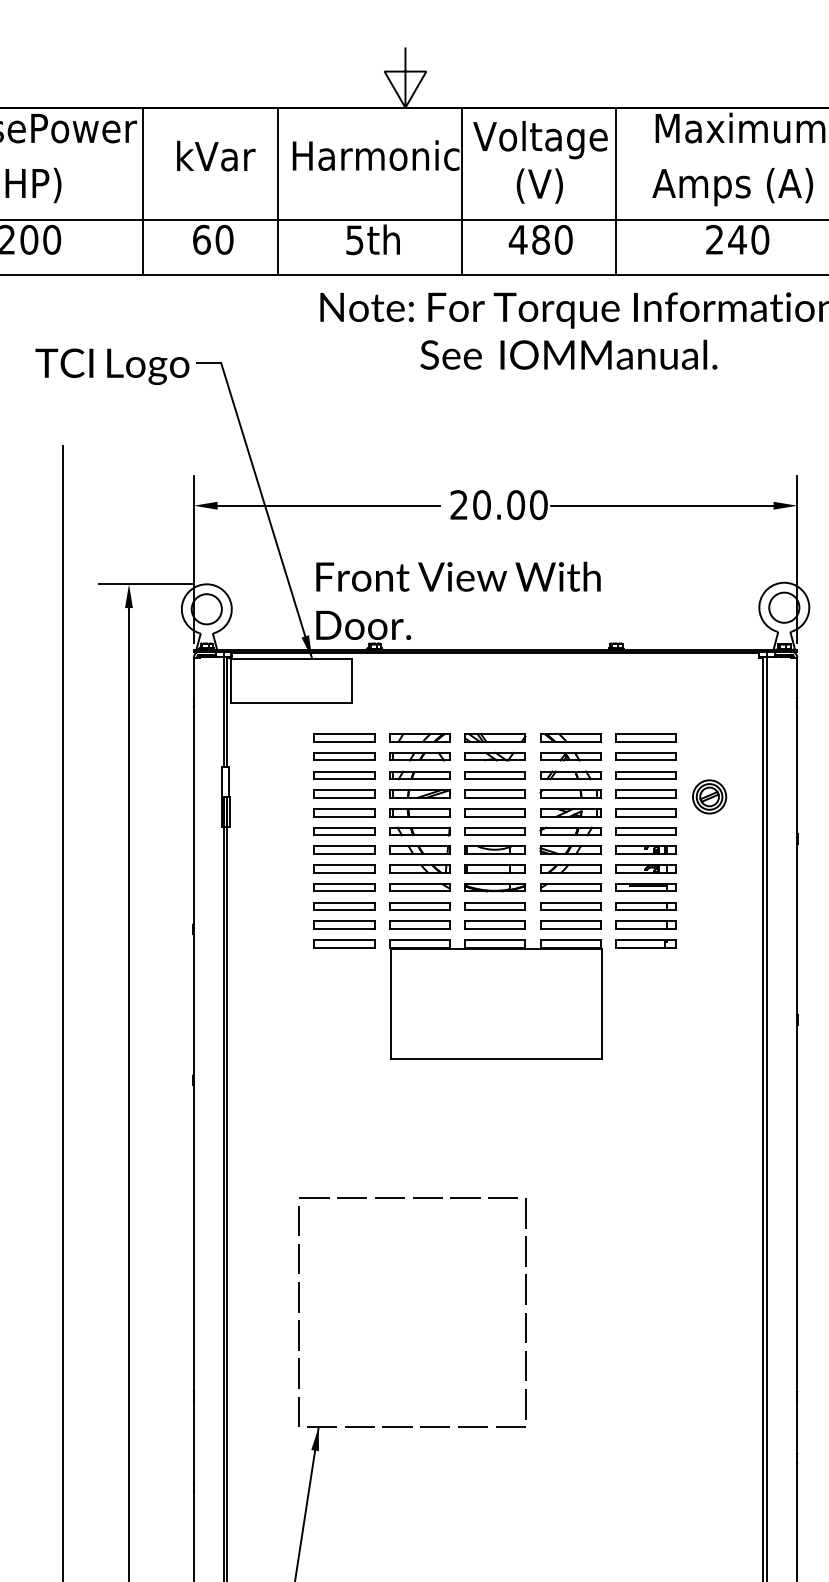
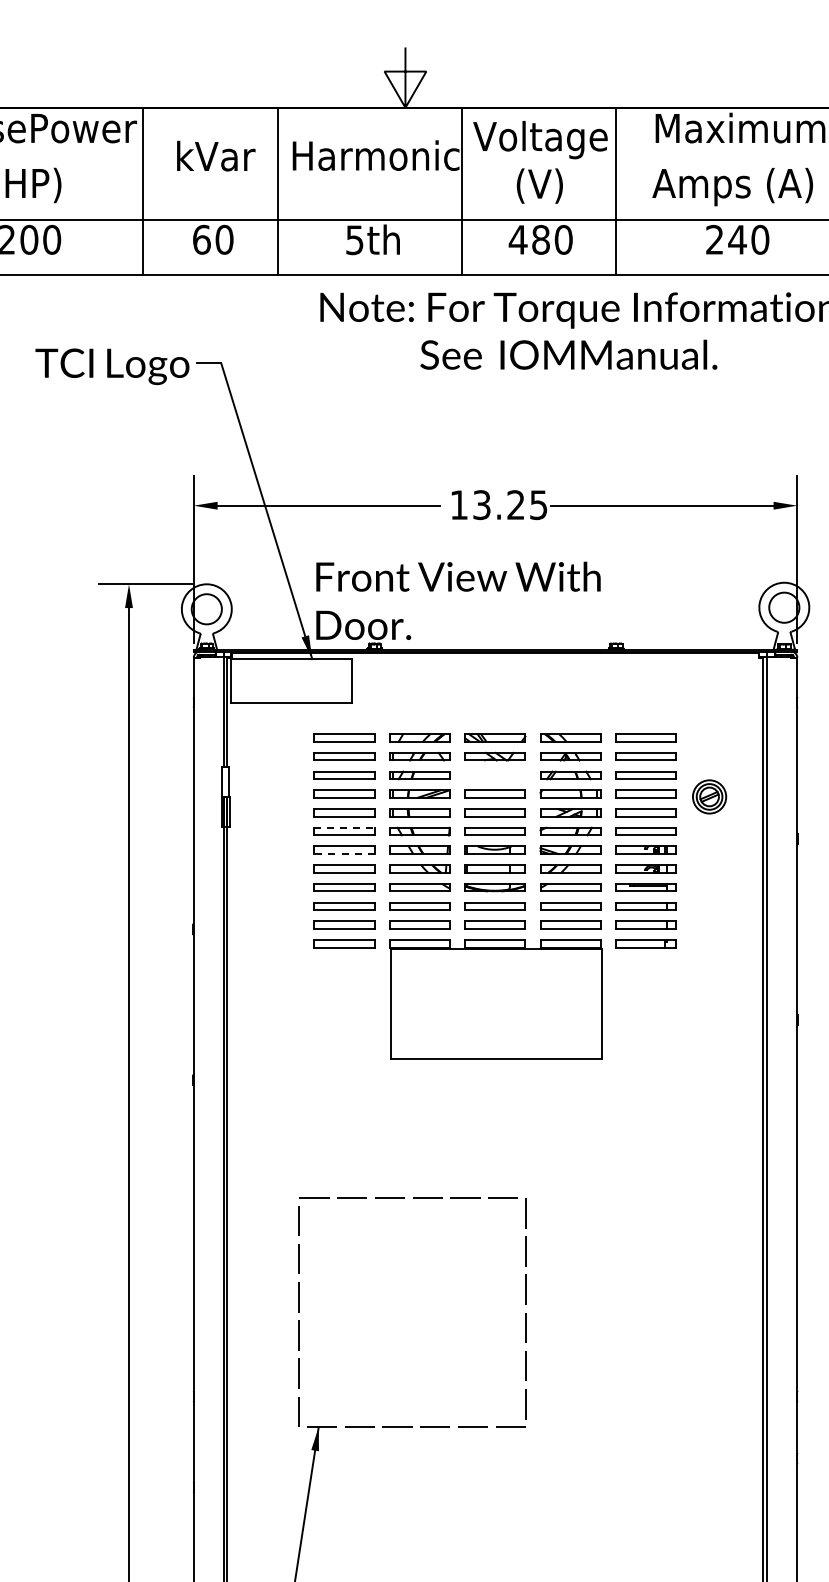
text at (498, 505): 20.00 -> 13.25
part at (494, 775): present -> none
line at (344, 827): solid -> dashed
line at (343, 854): solid -> dashed
line at (62, 1011): present -> none
